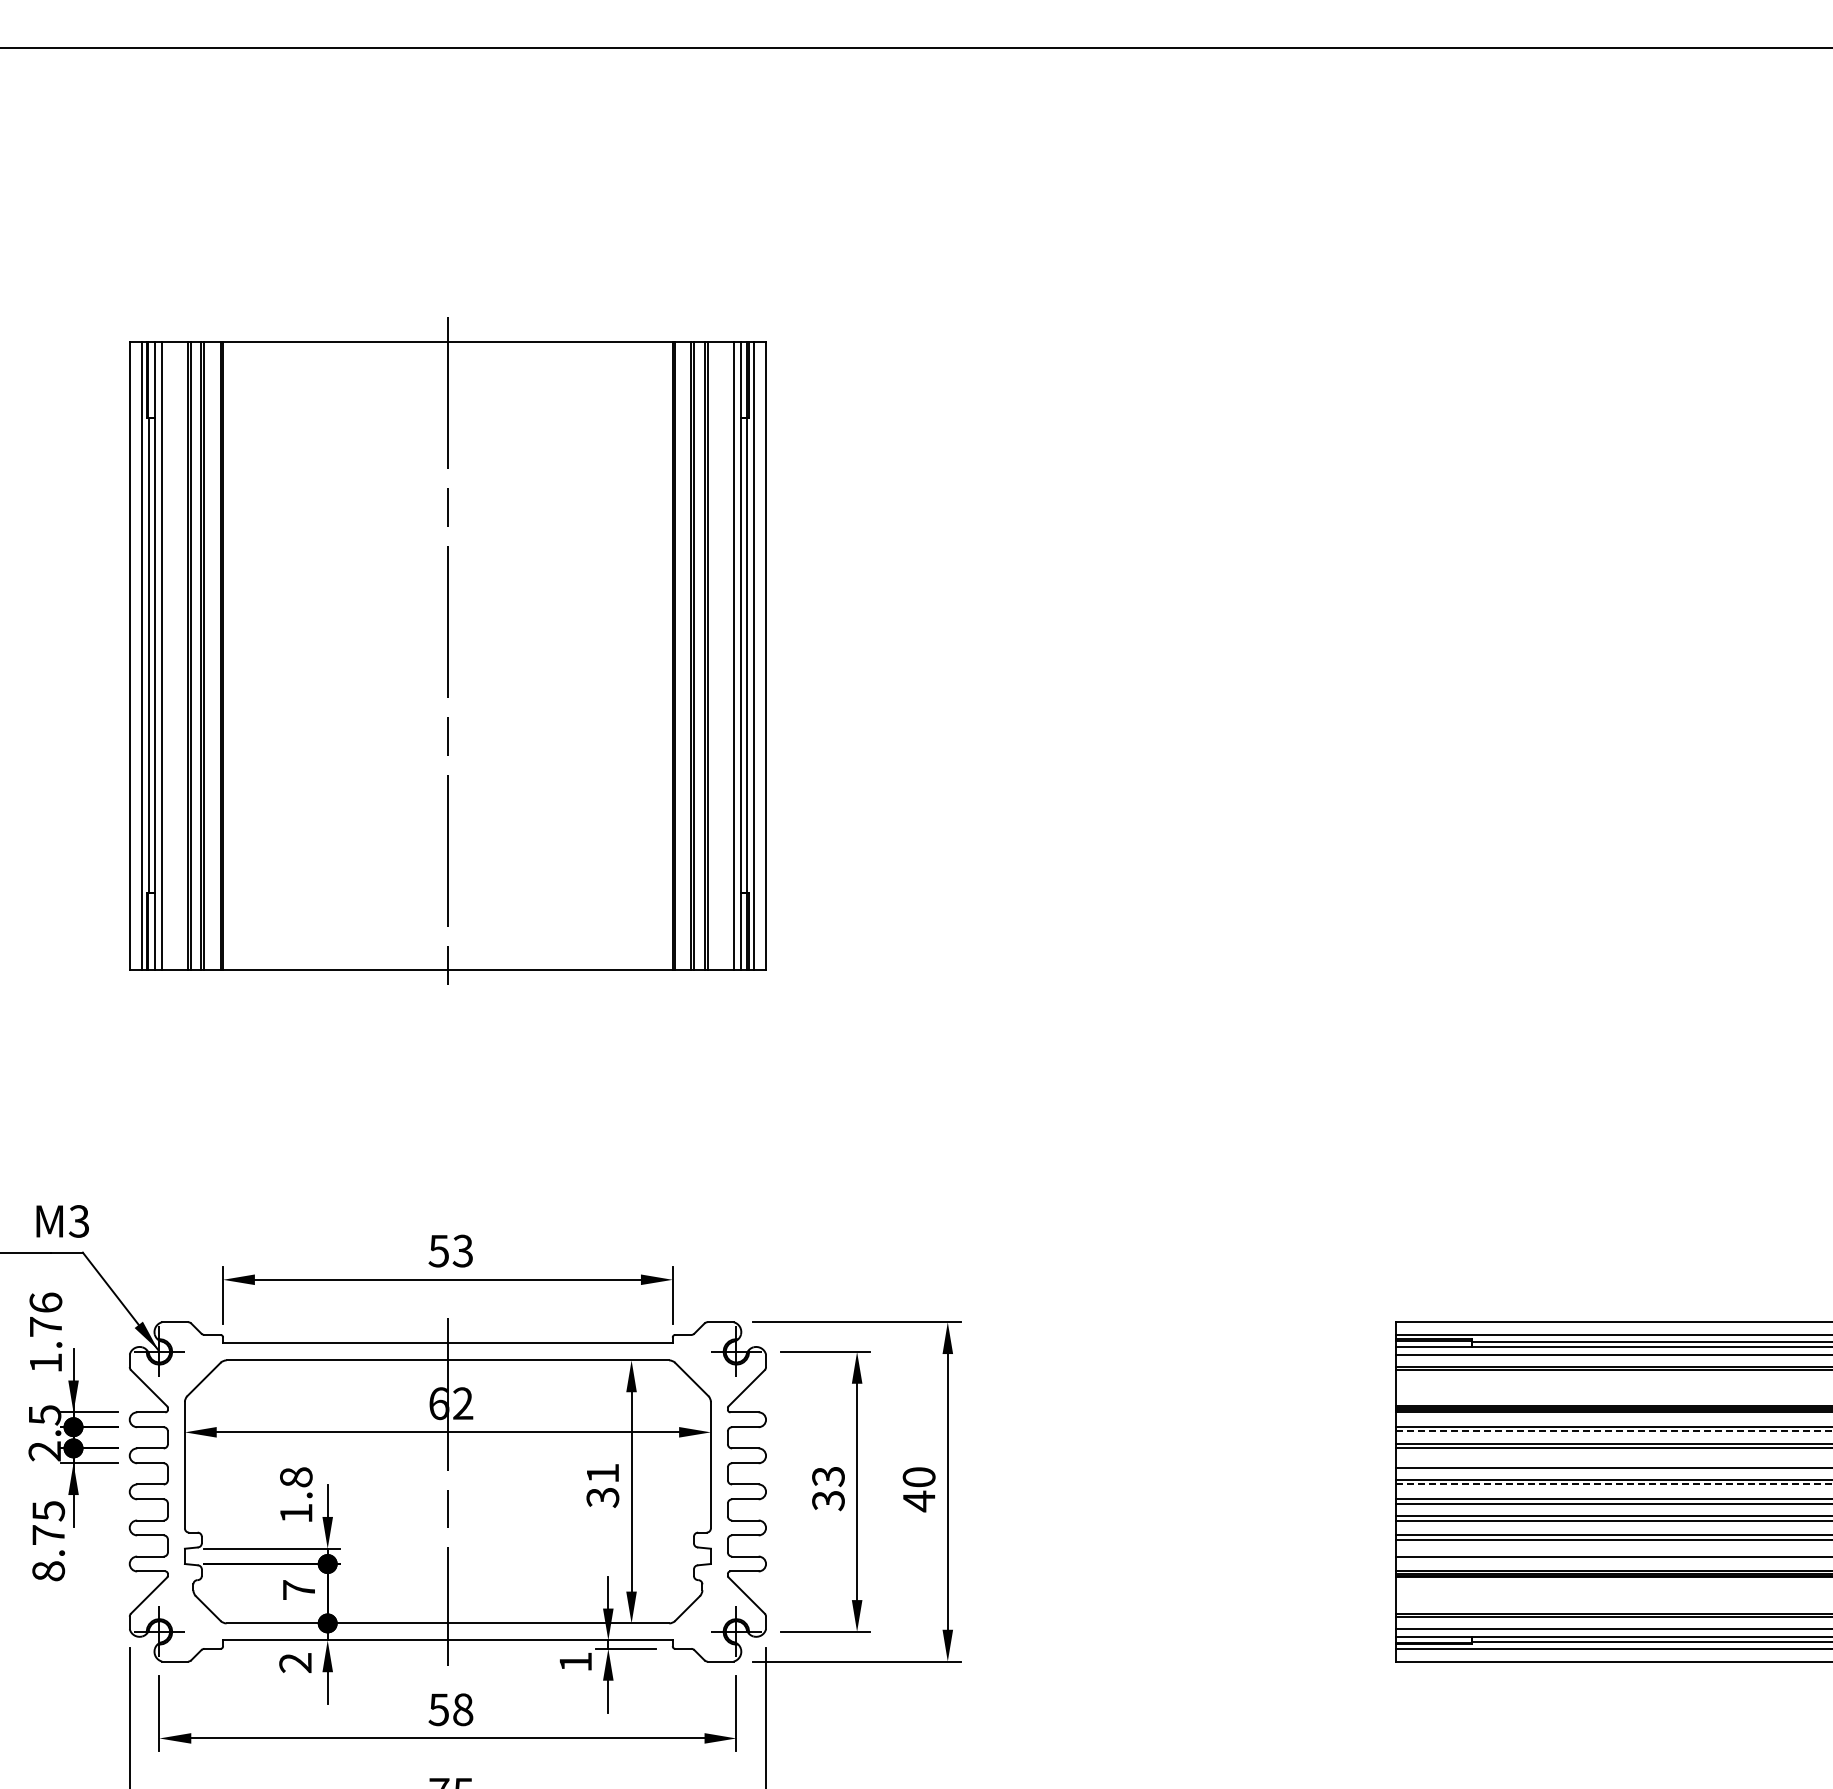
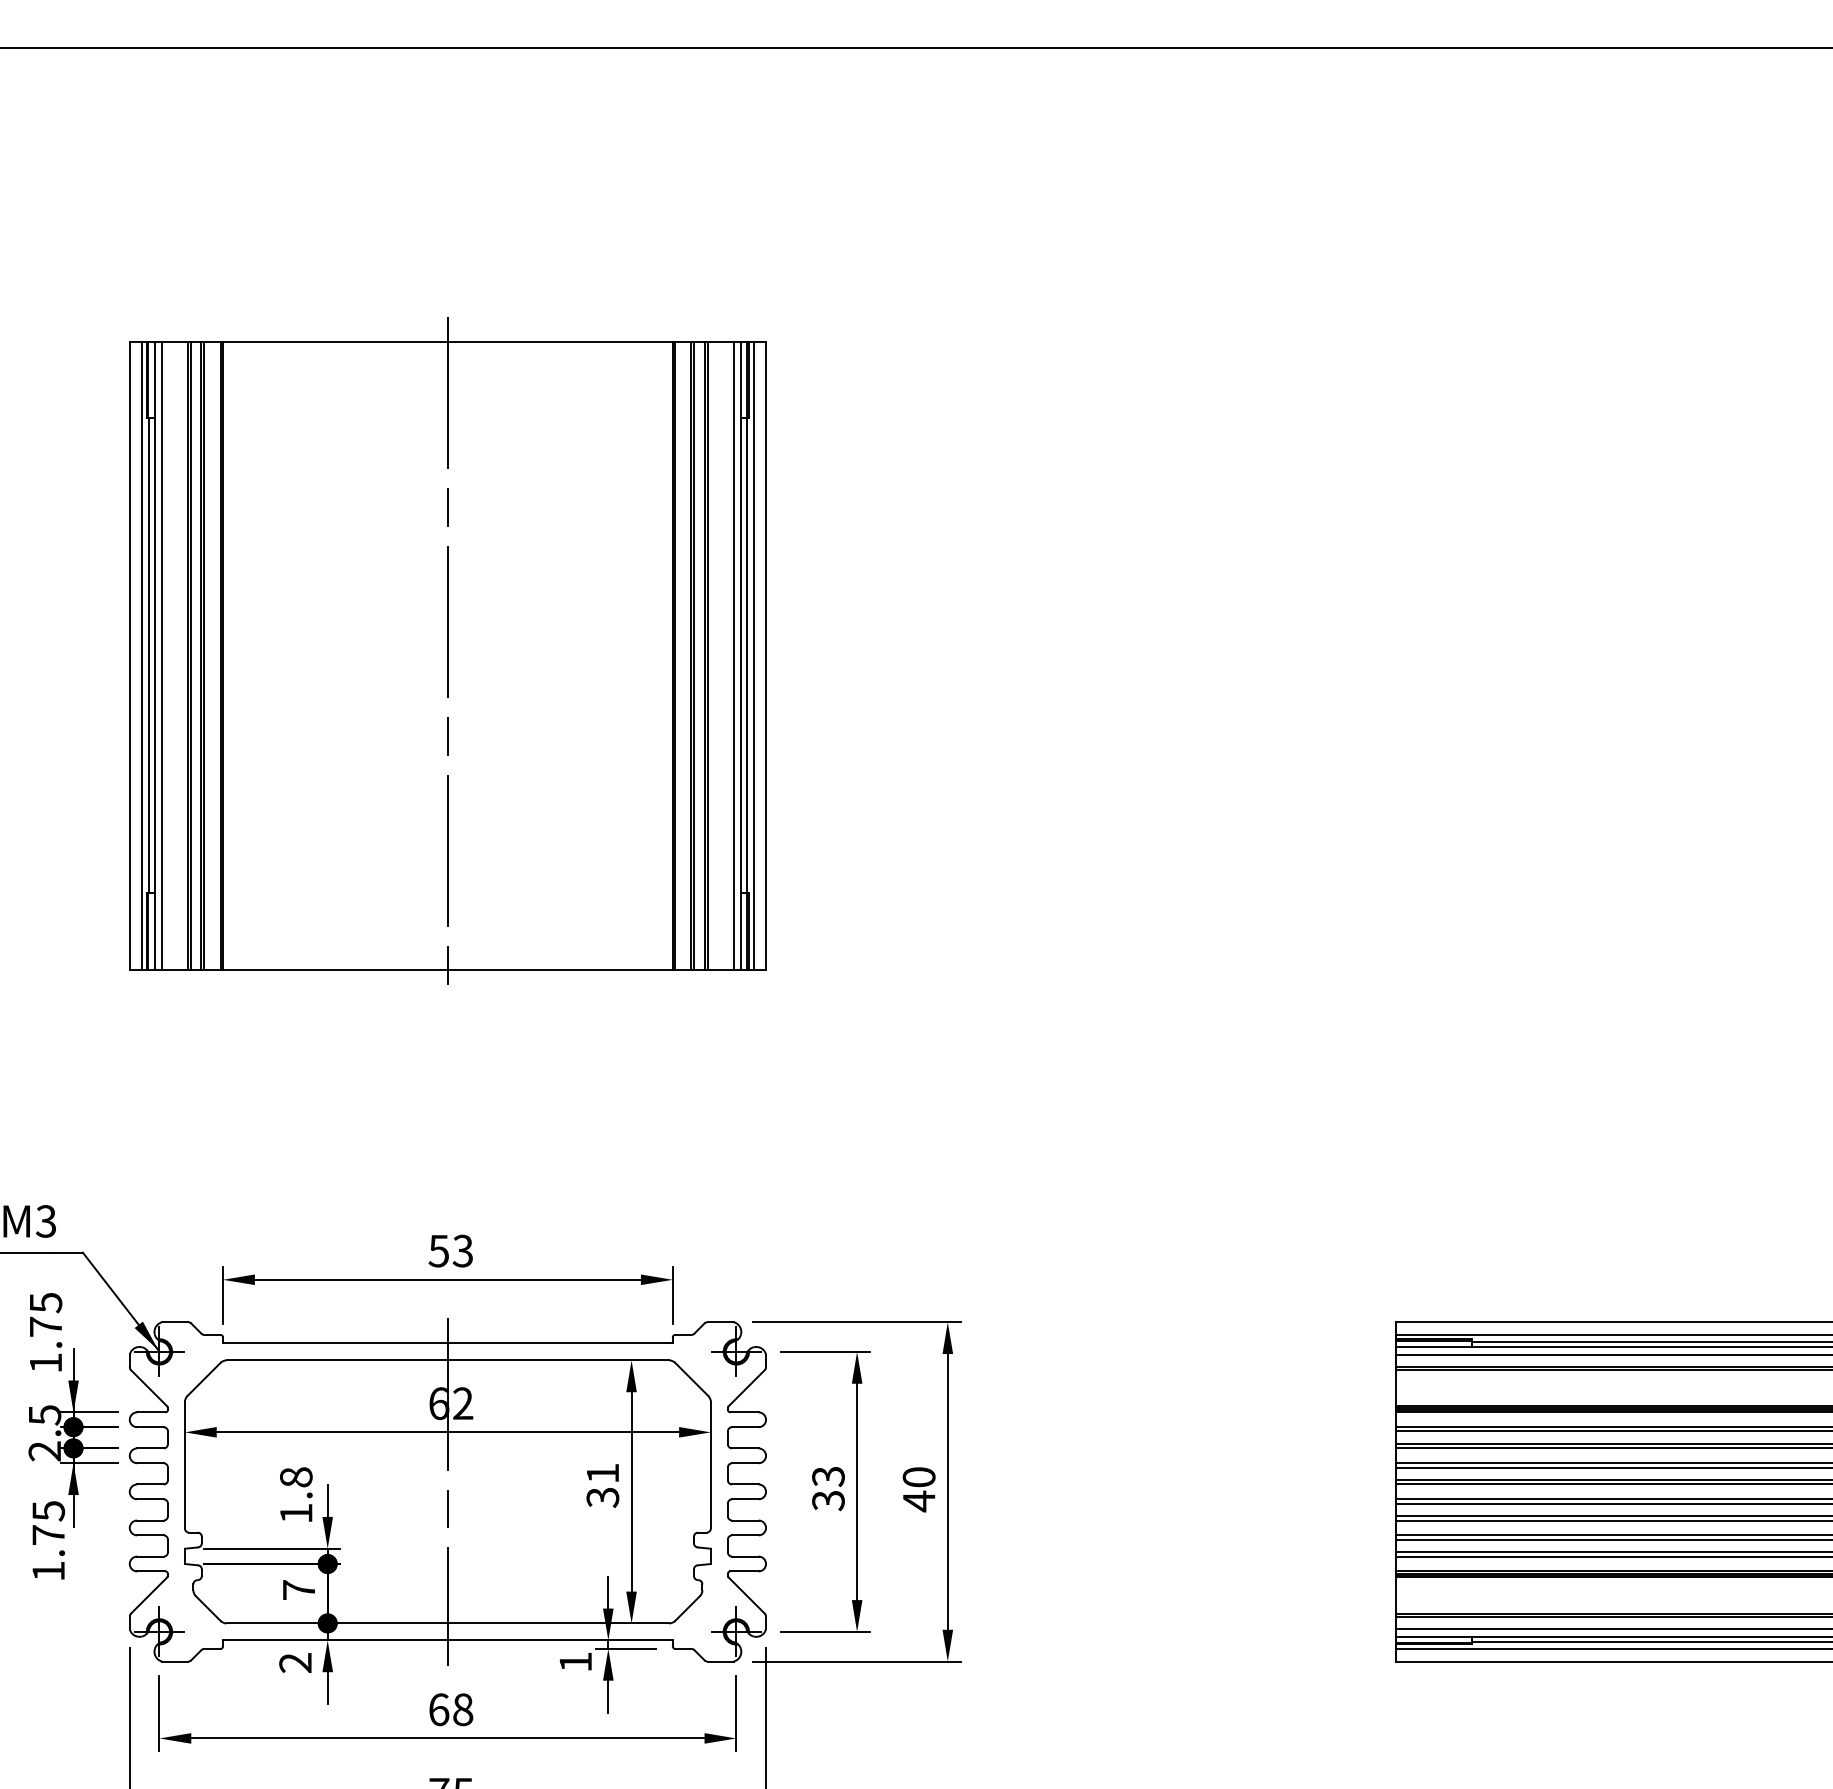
text at (62, 1221) position: (62, 1221) -> (29, 1221)
text at (45, 1302): 1.76 -> 1.75
line at (1614, 1431): dashed -> solid
line at (1612, 1463): none -> present
line at (1614, 1484): dashed -> solid
line at (1612, 1552): none -> present
text at (48, 1571): 8.75 -> 1.75
text at (438, 1709): 58 -> 68
